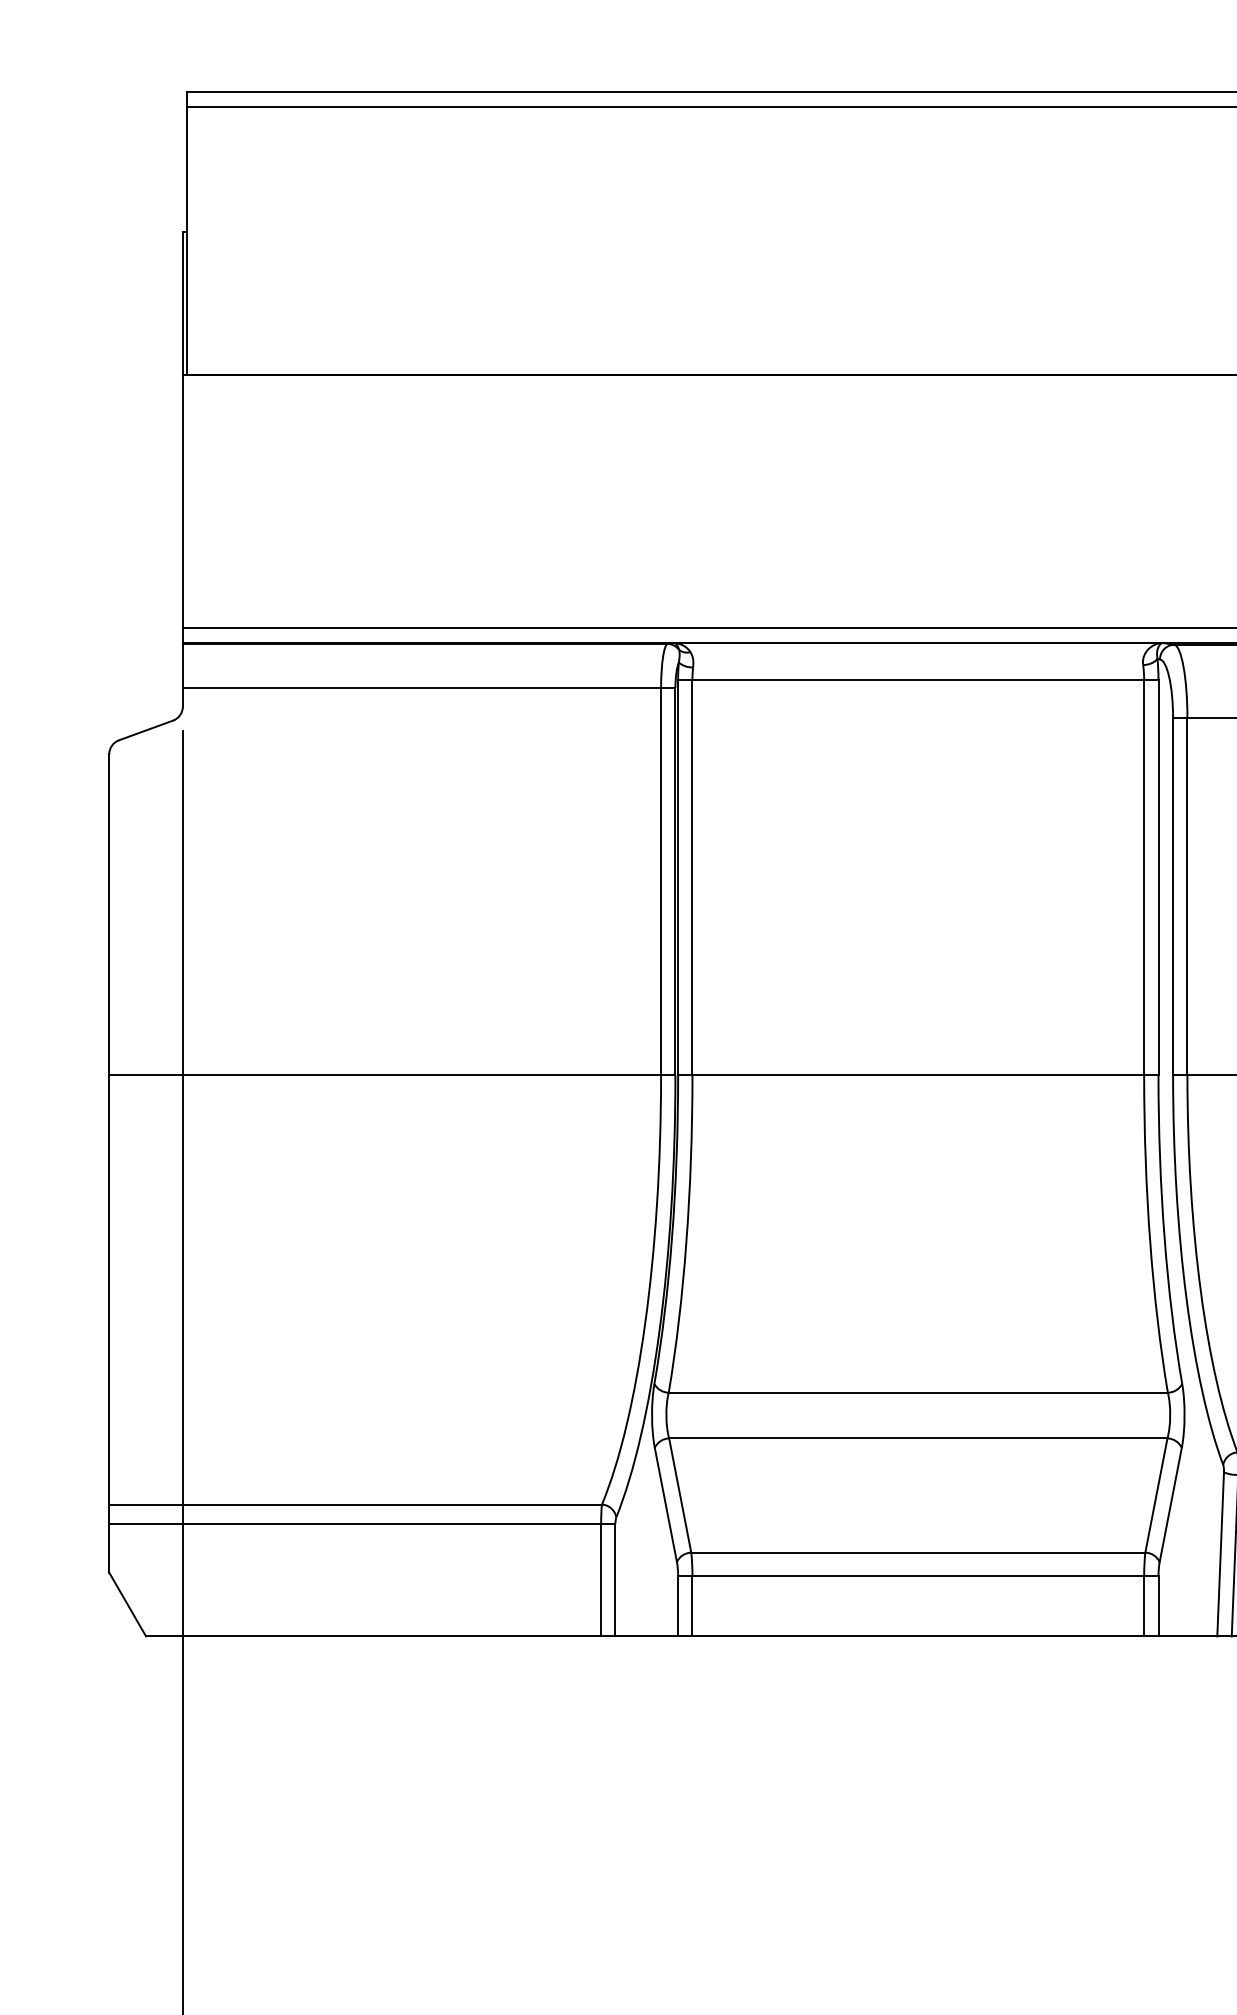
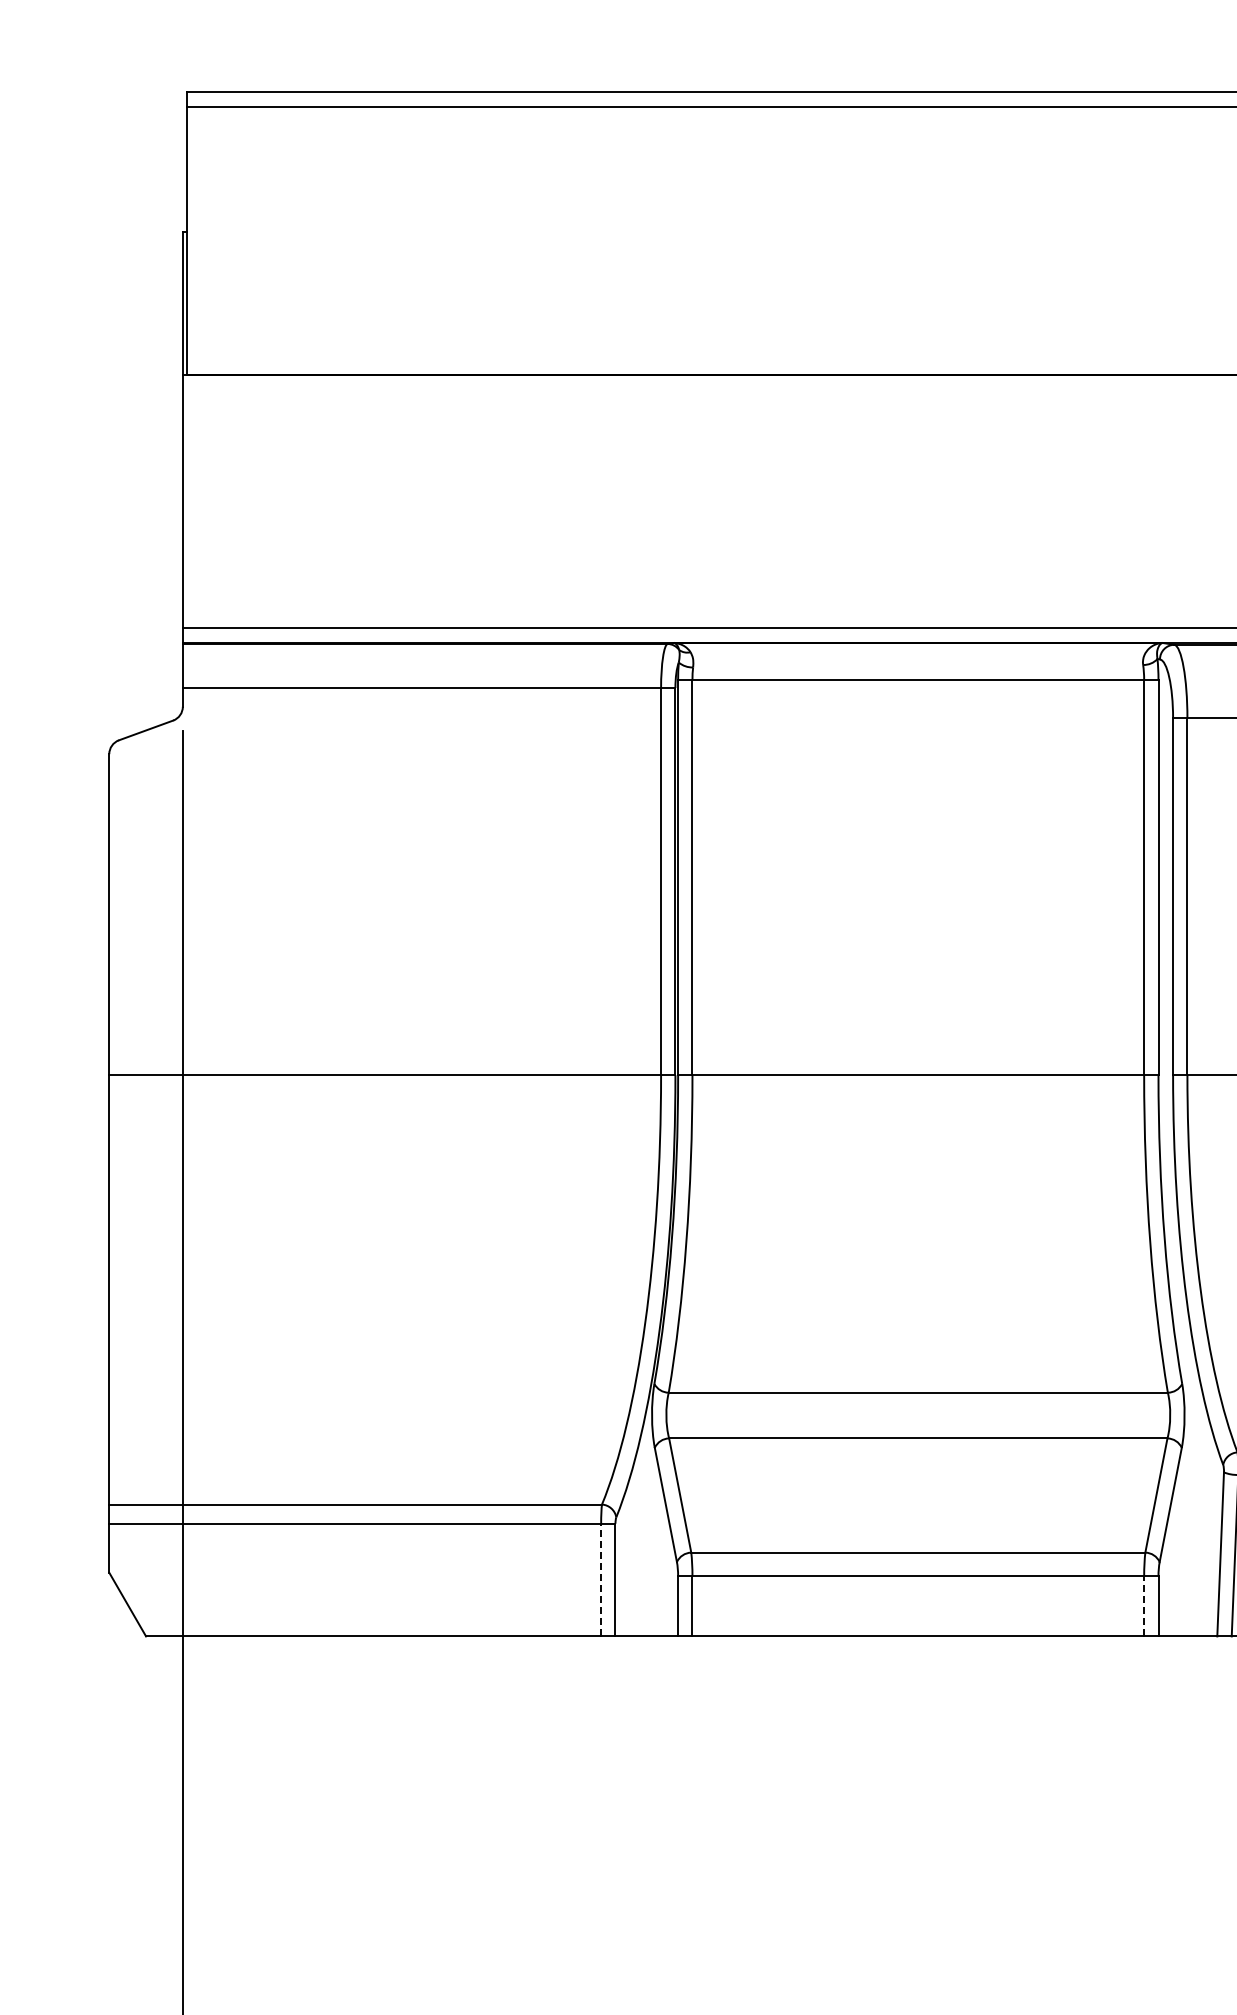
line at (601, 1579): solid -> dashed
line at (1144, 1605): solid -> dashed
